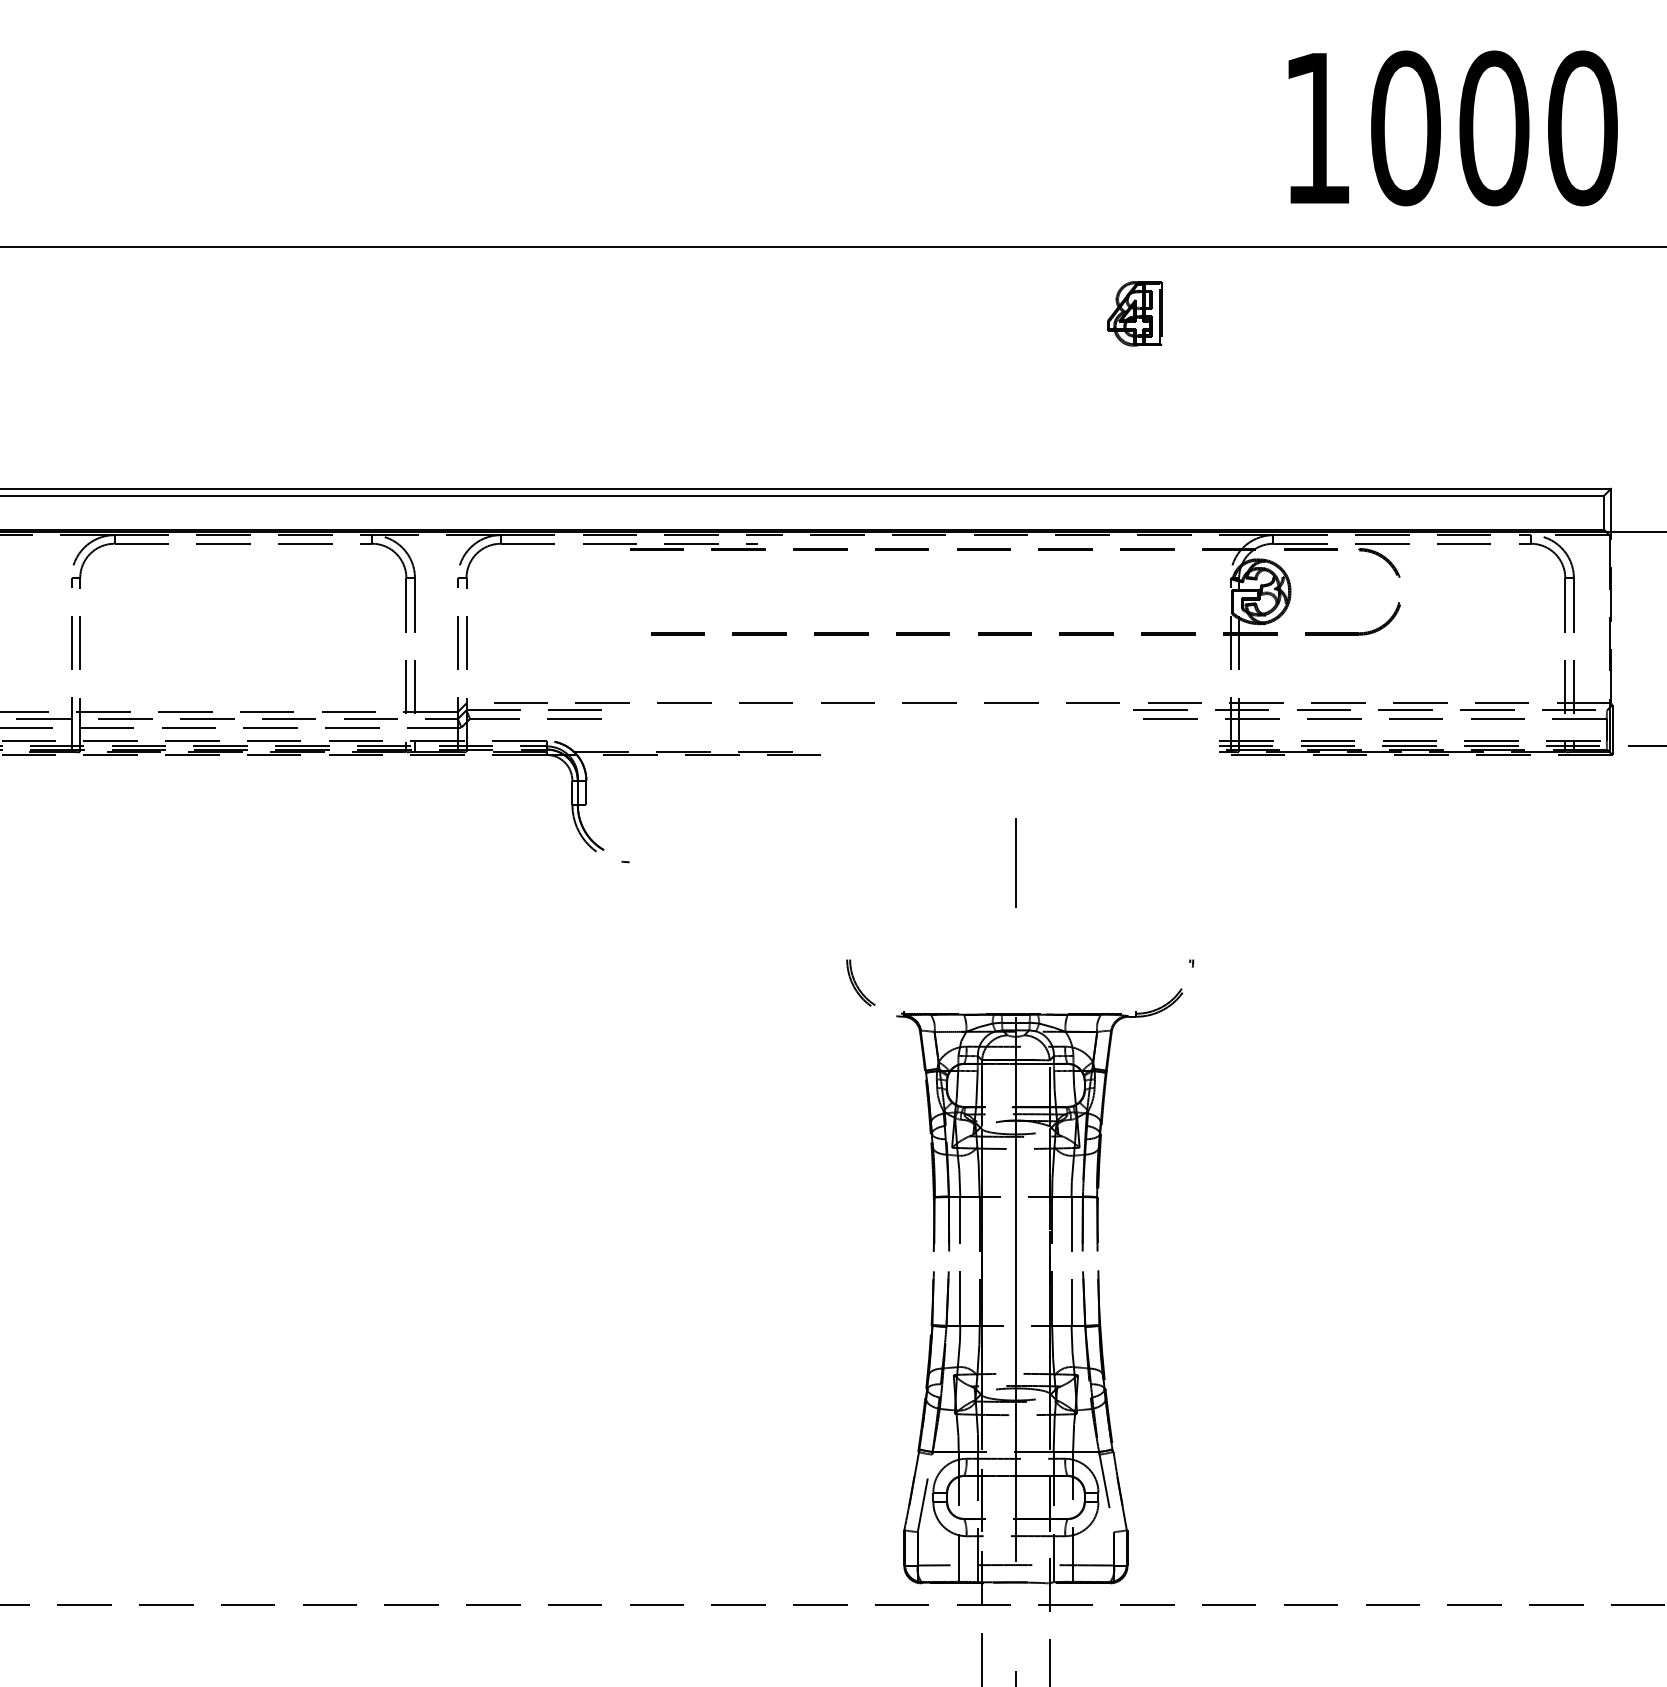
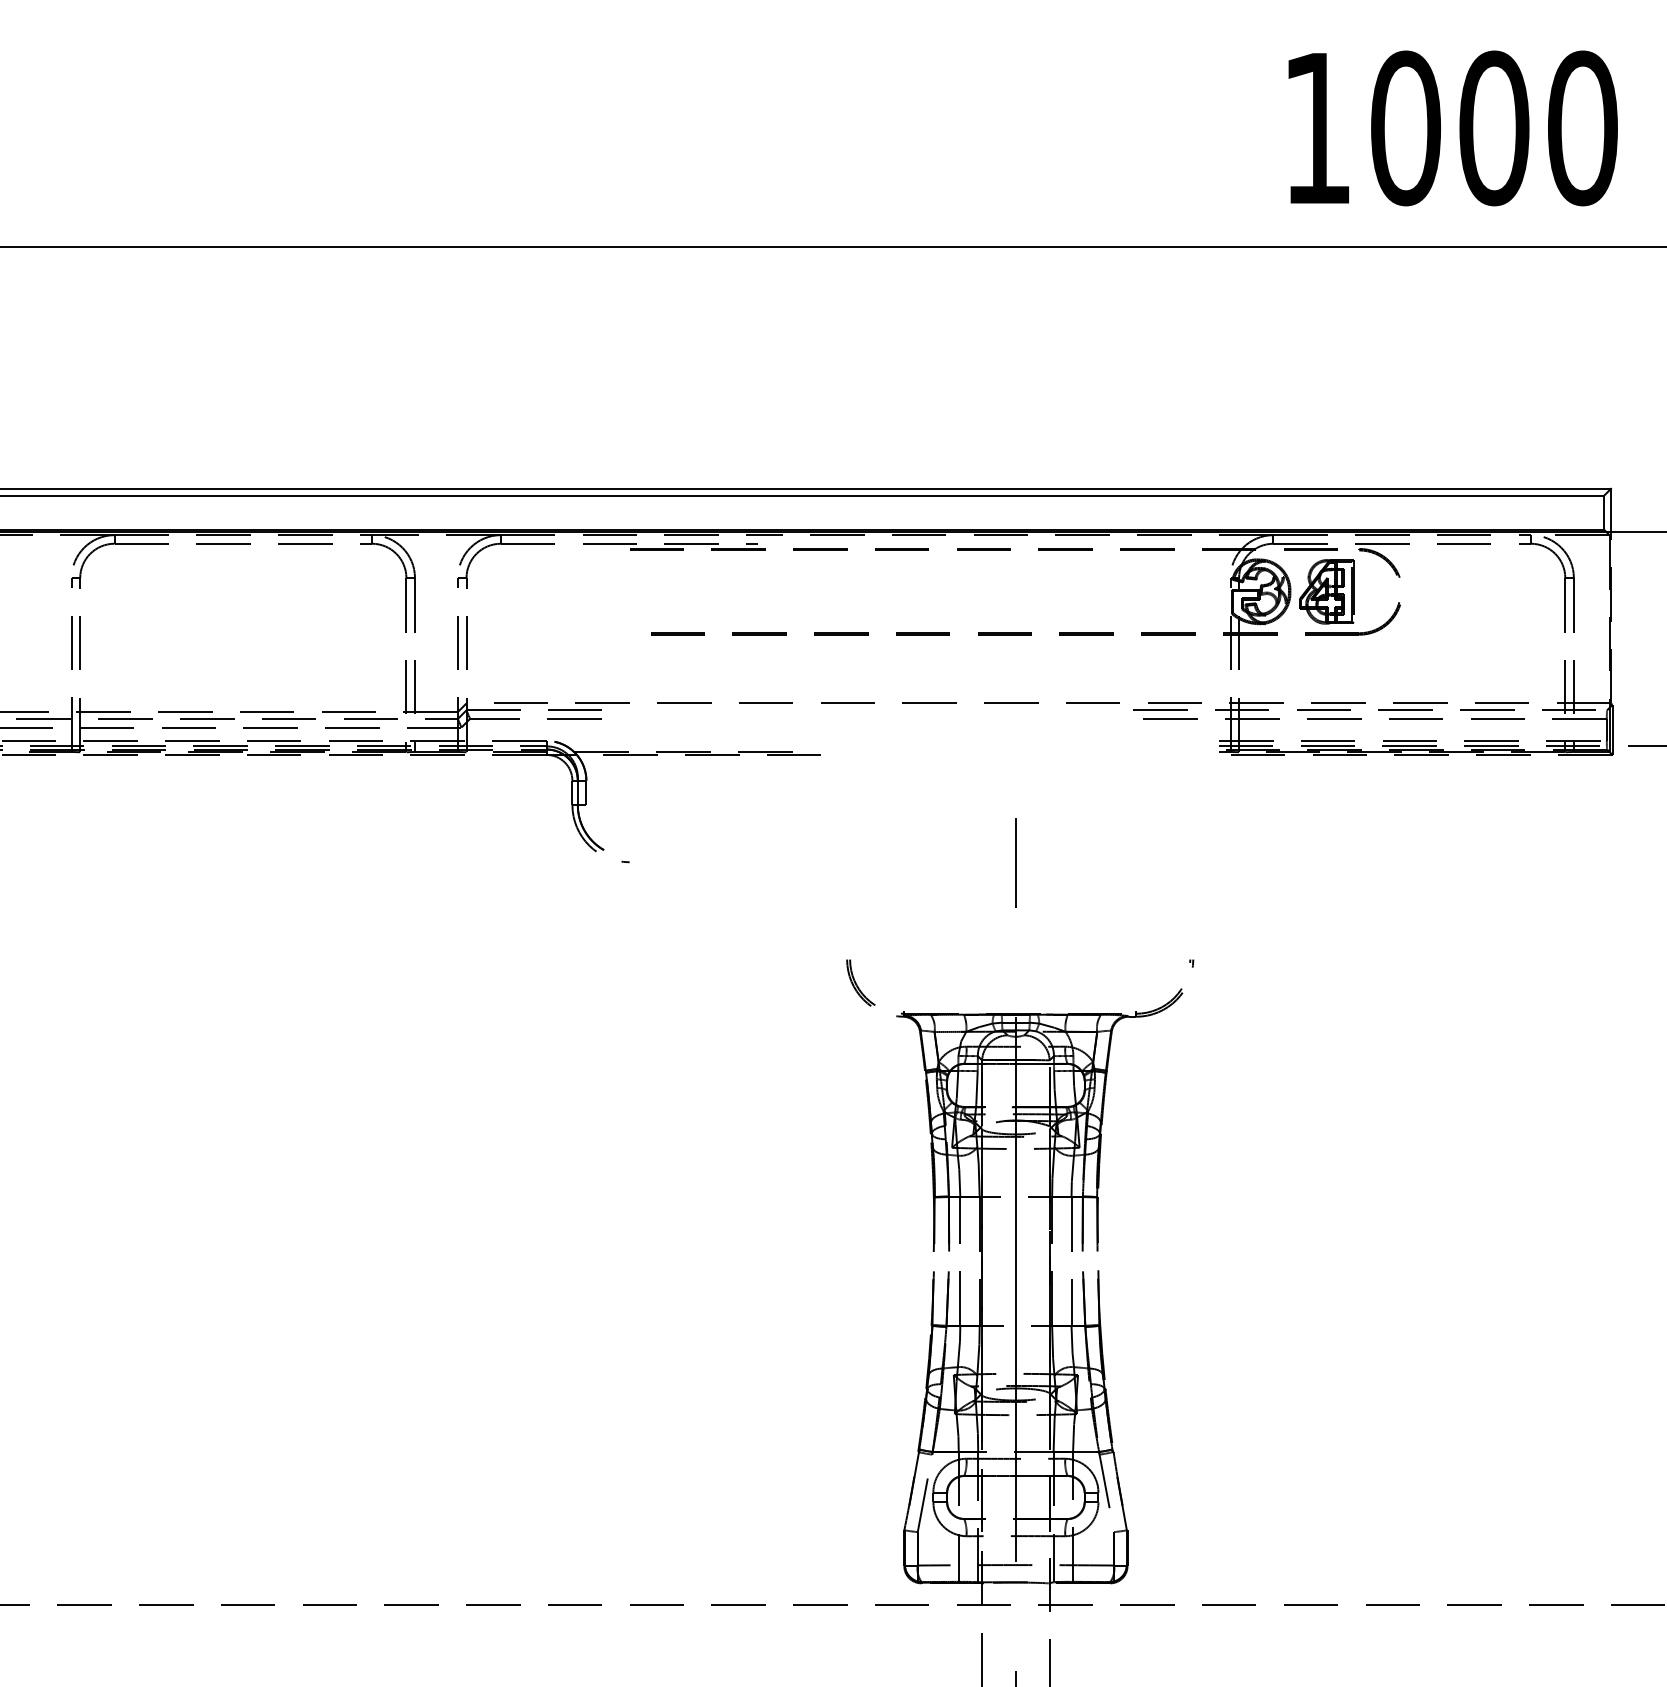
part at (1134, 313) position: (1134, 313) -> (1326, 591)
